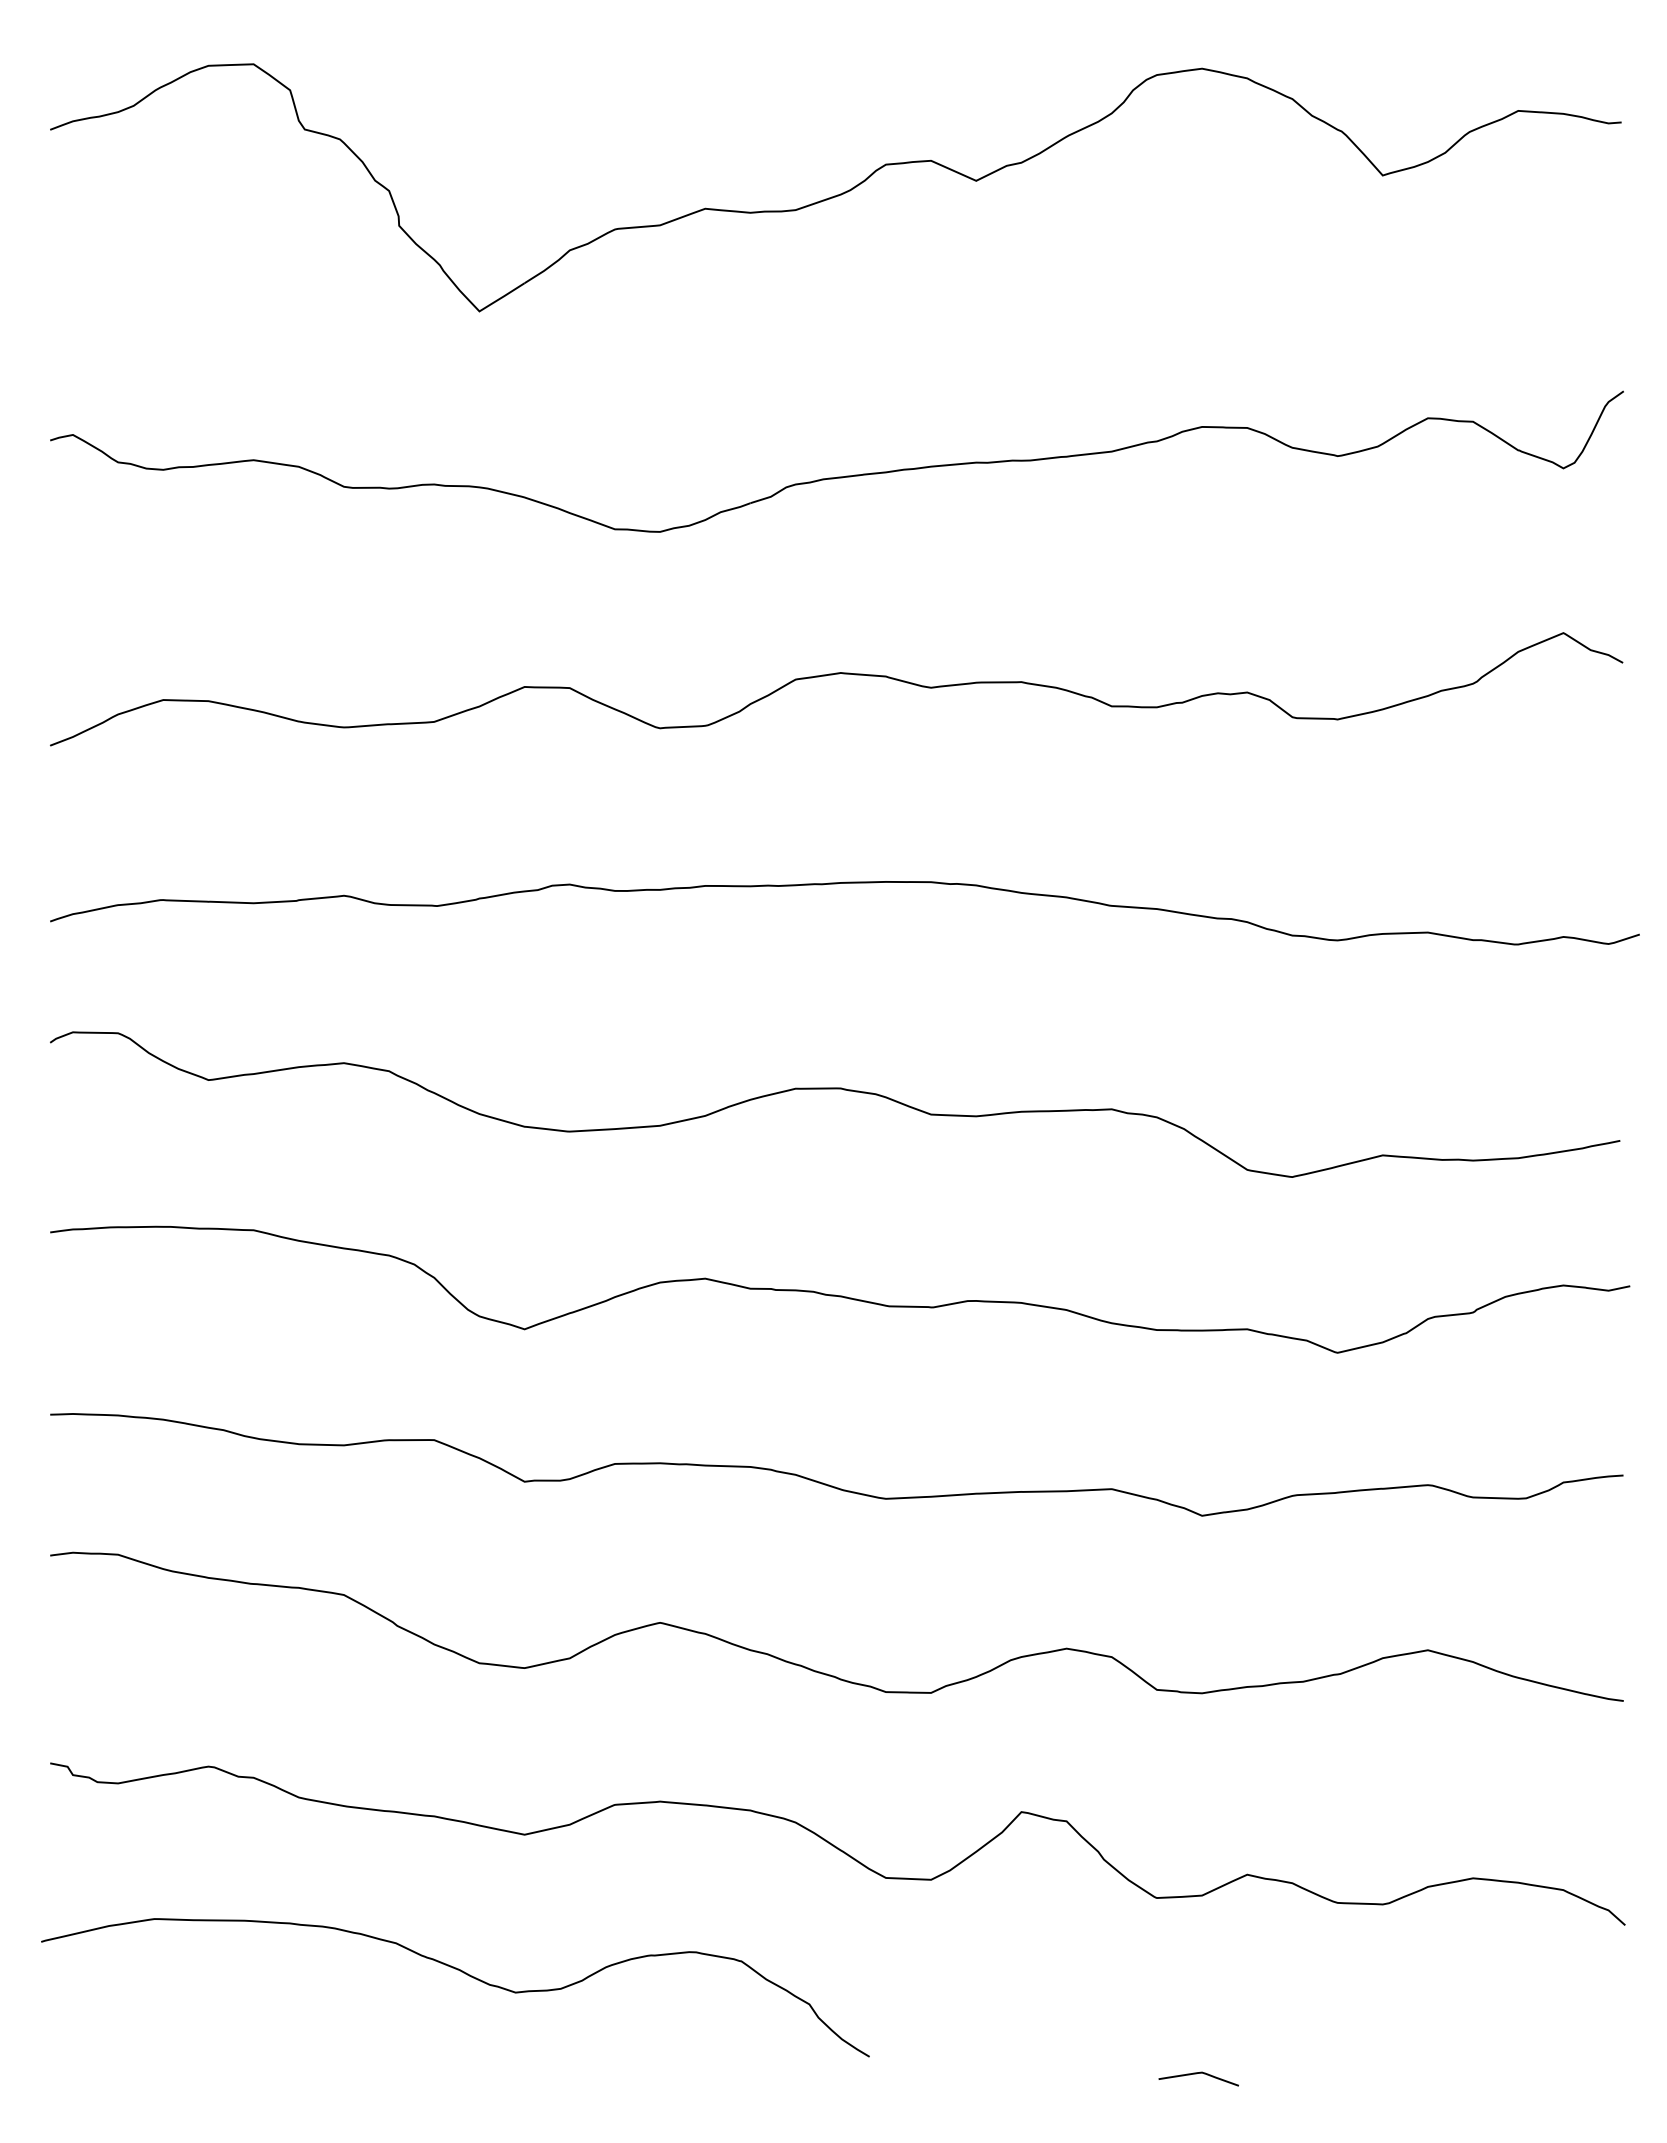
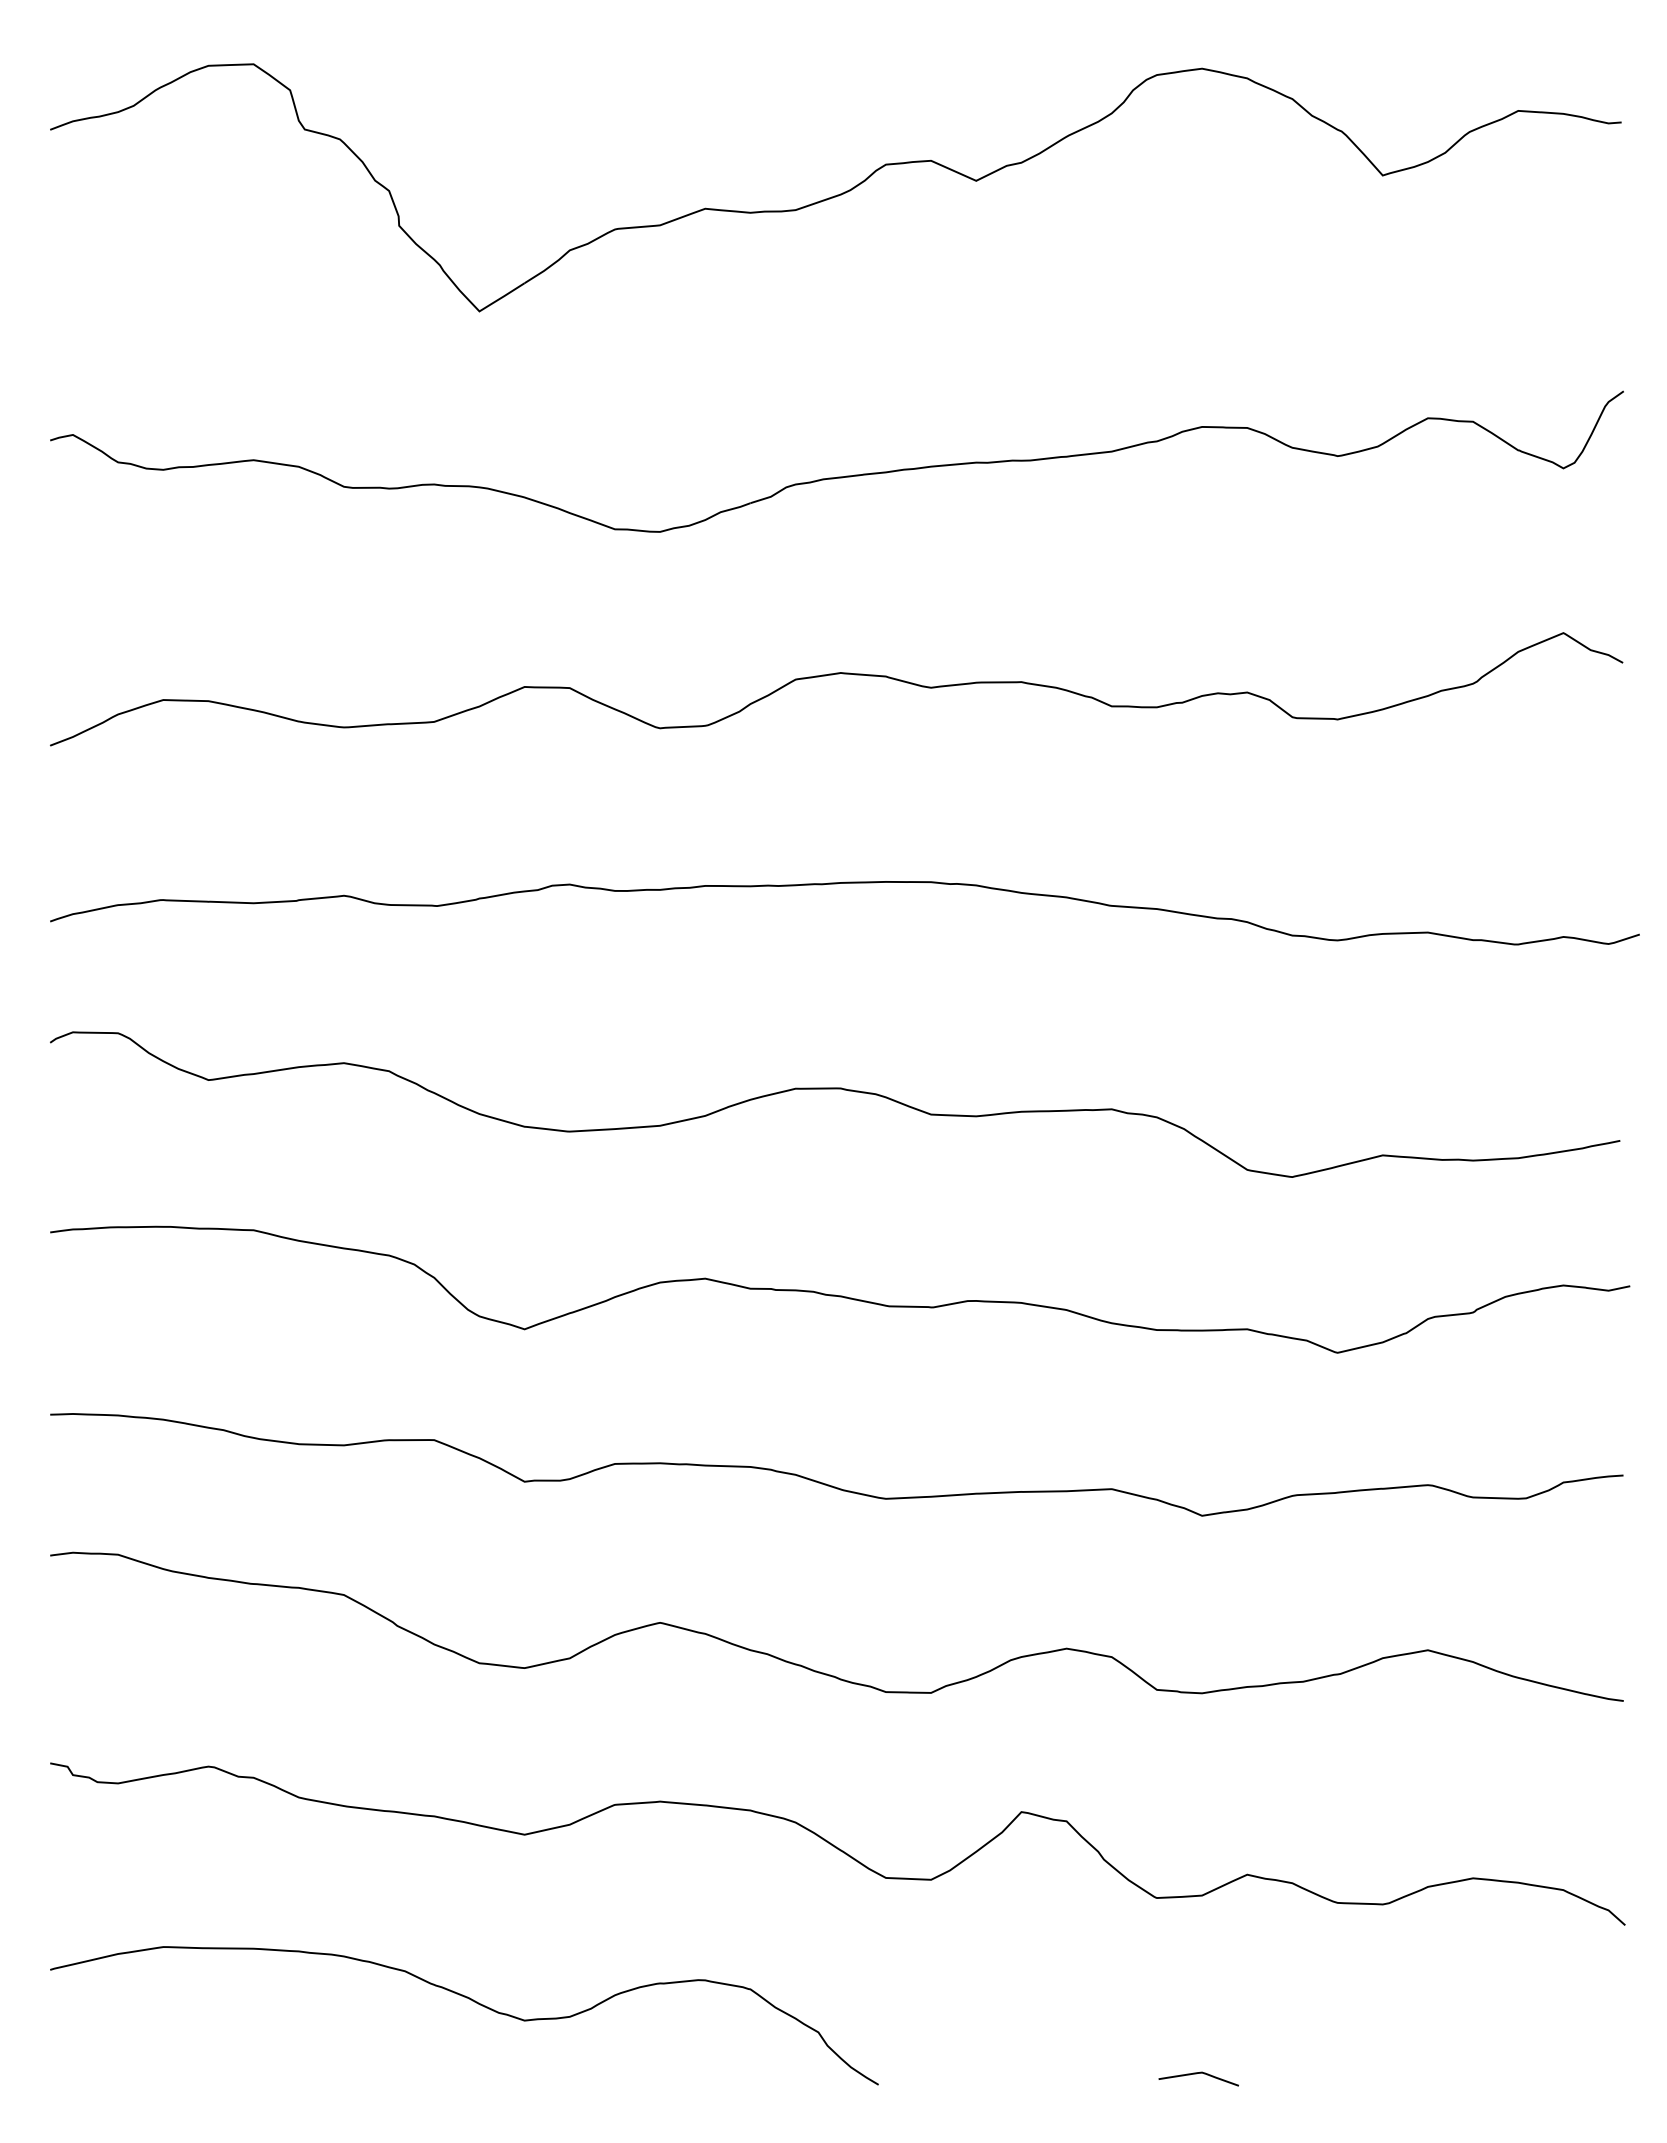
curve at (463, 1973) position: (463, 1973) -> (472, 2001)
